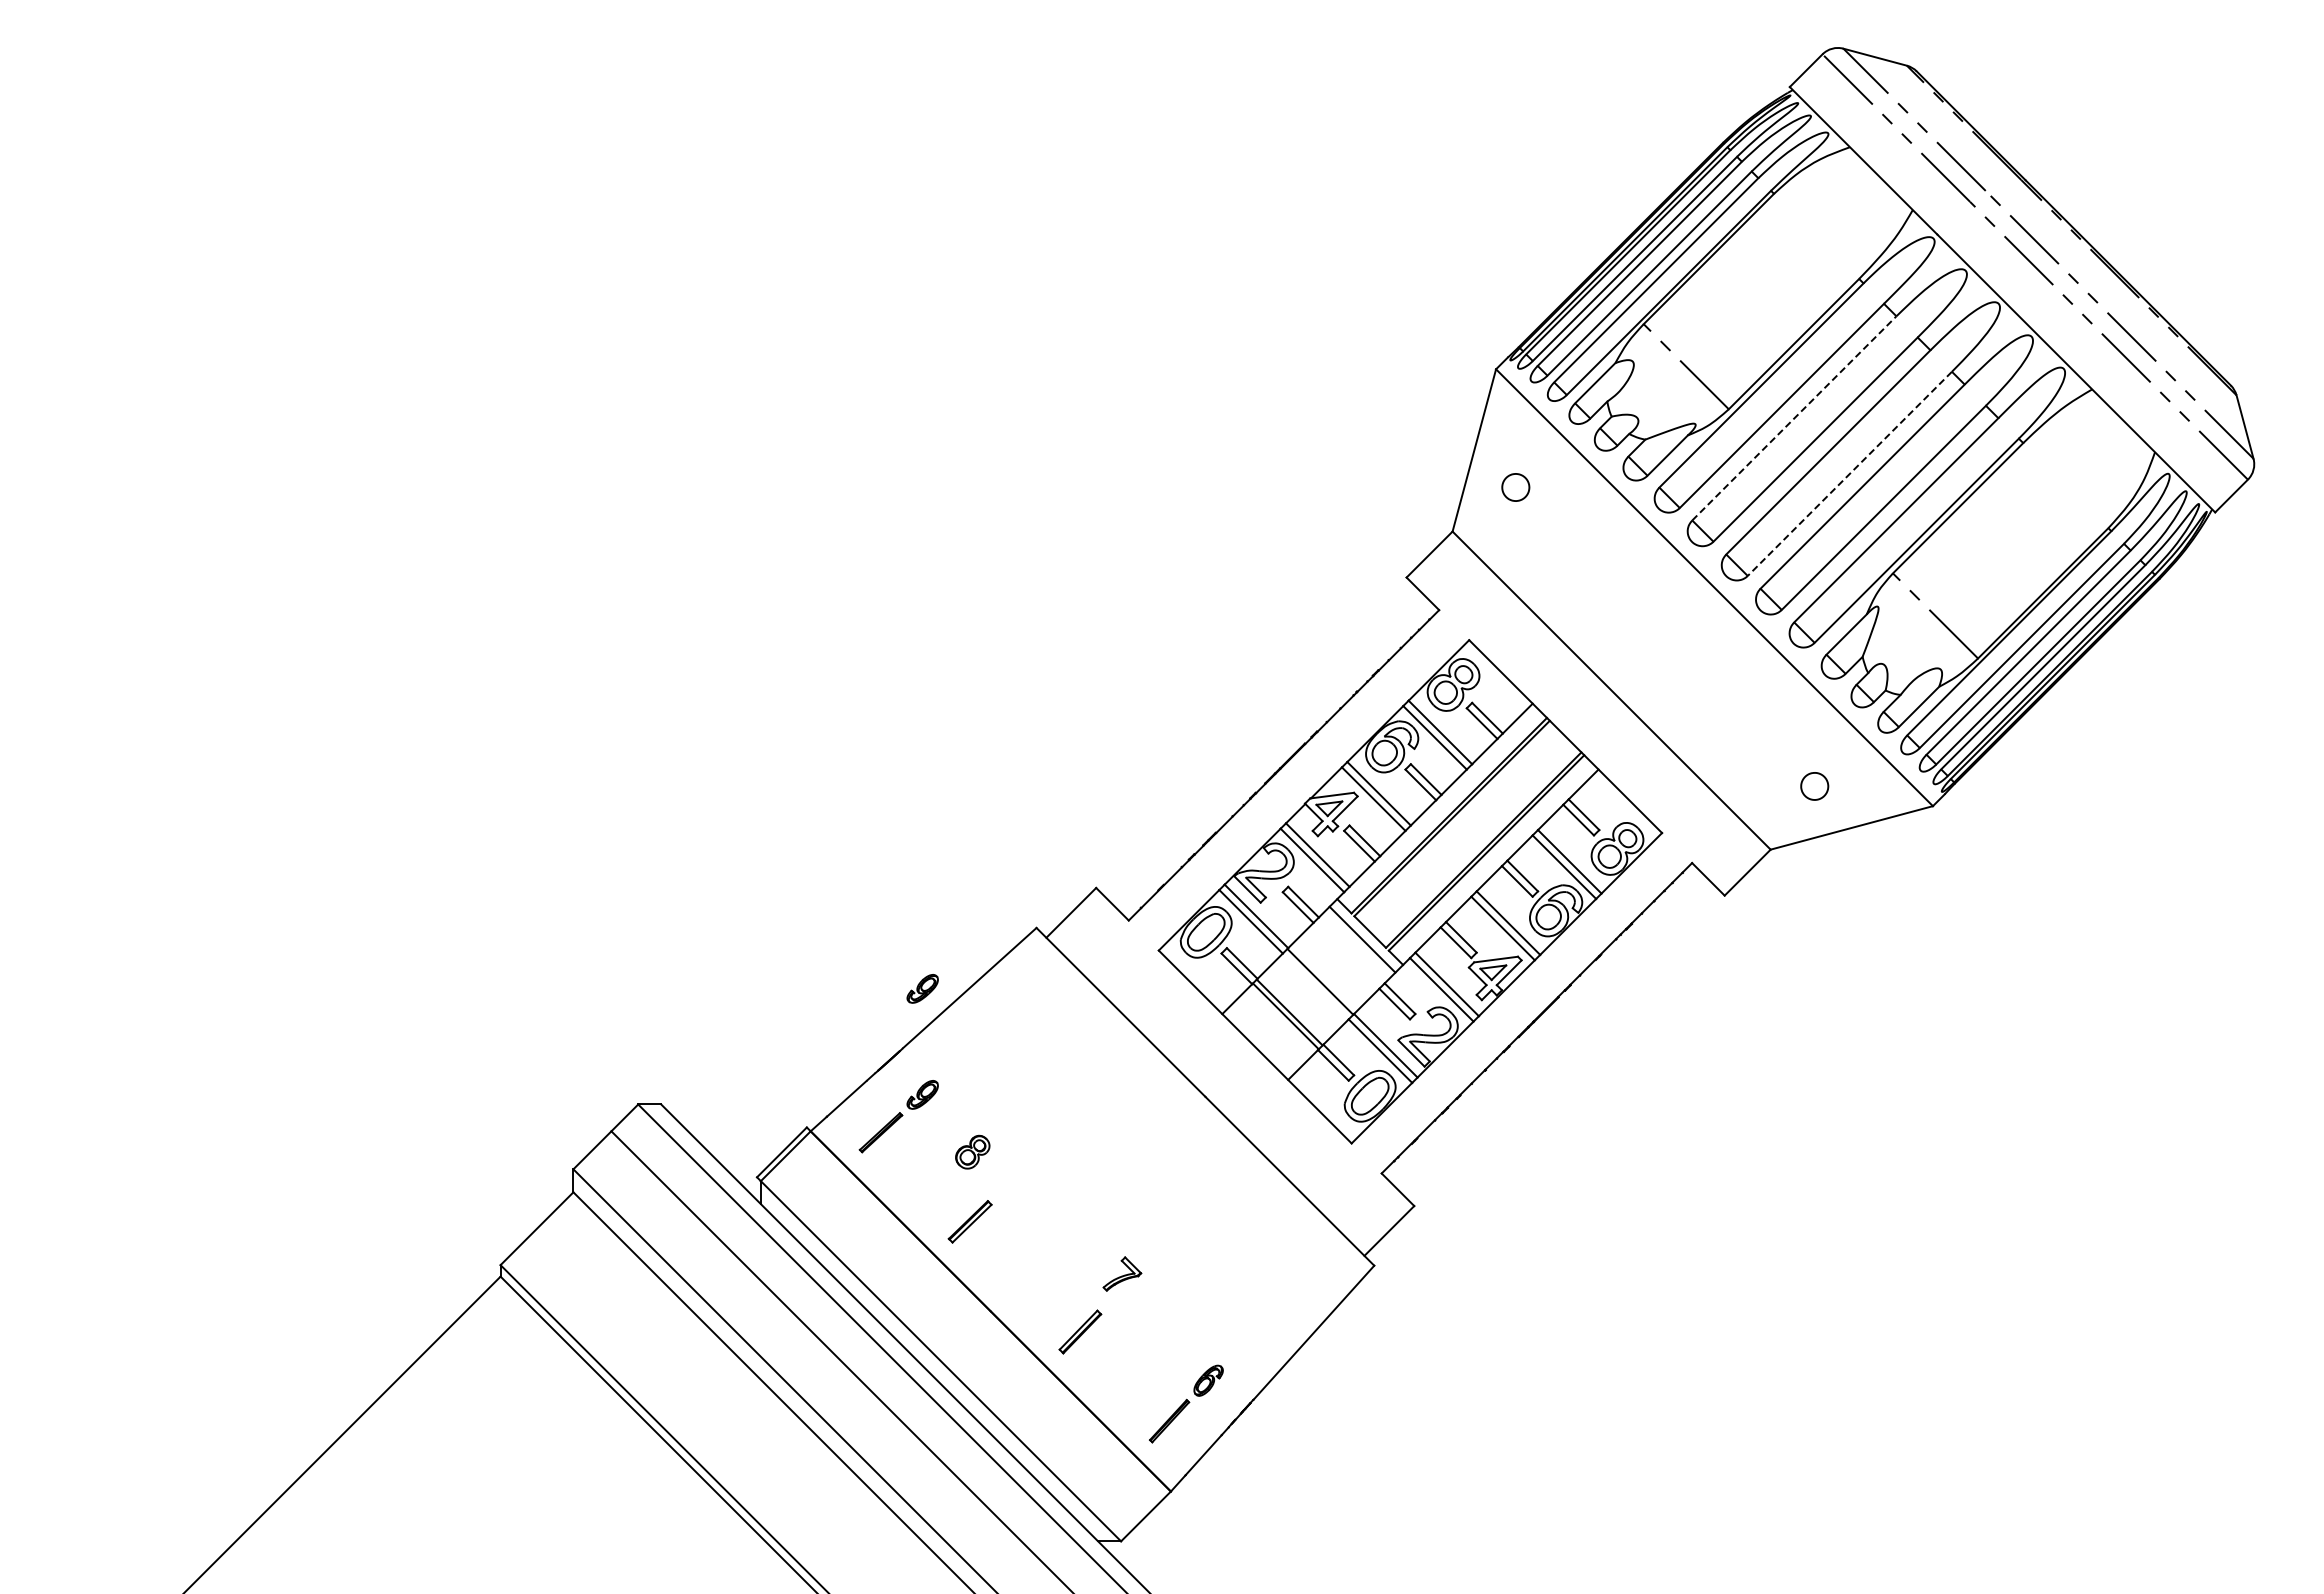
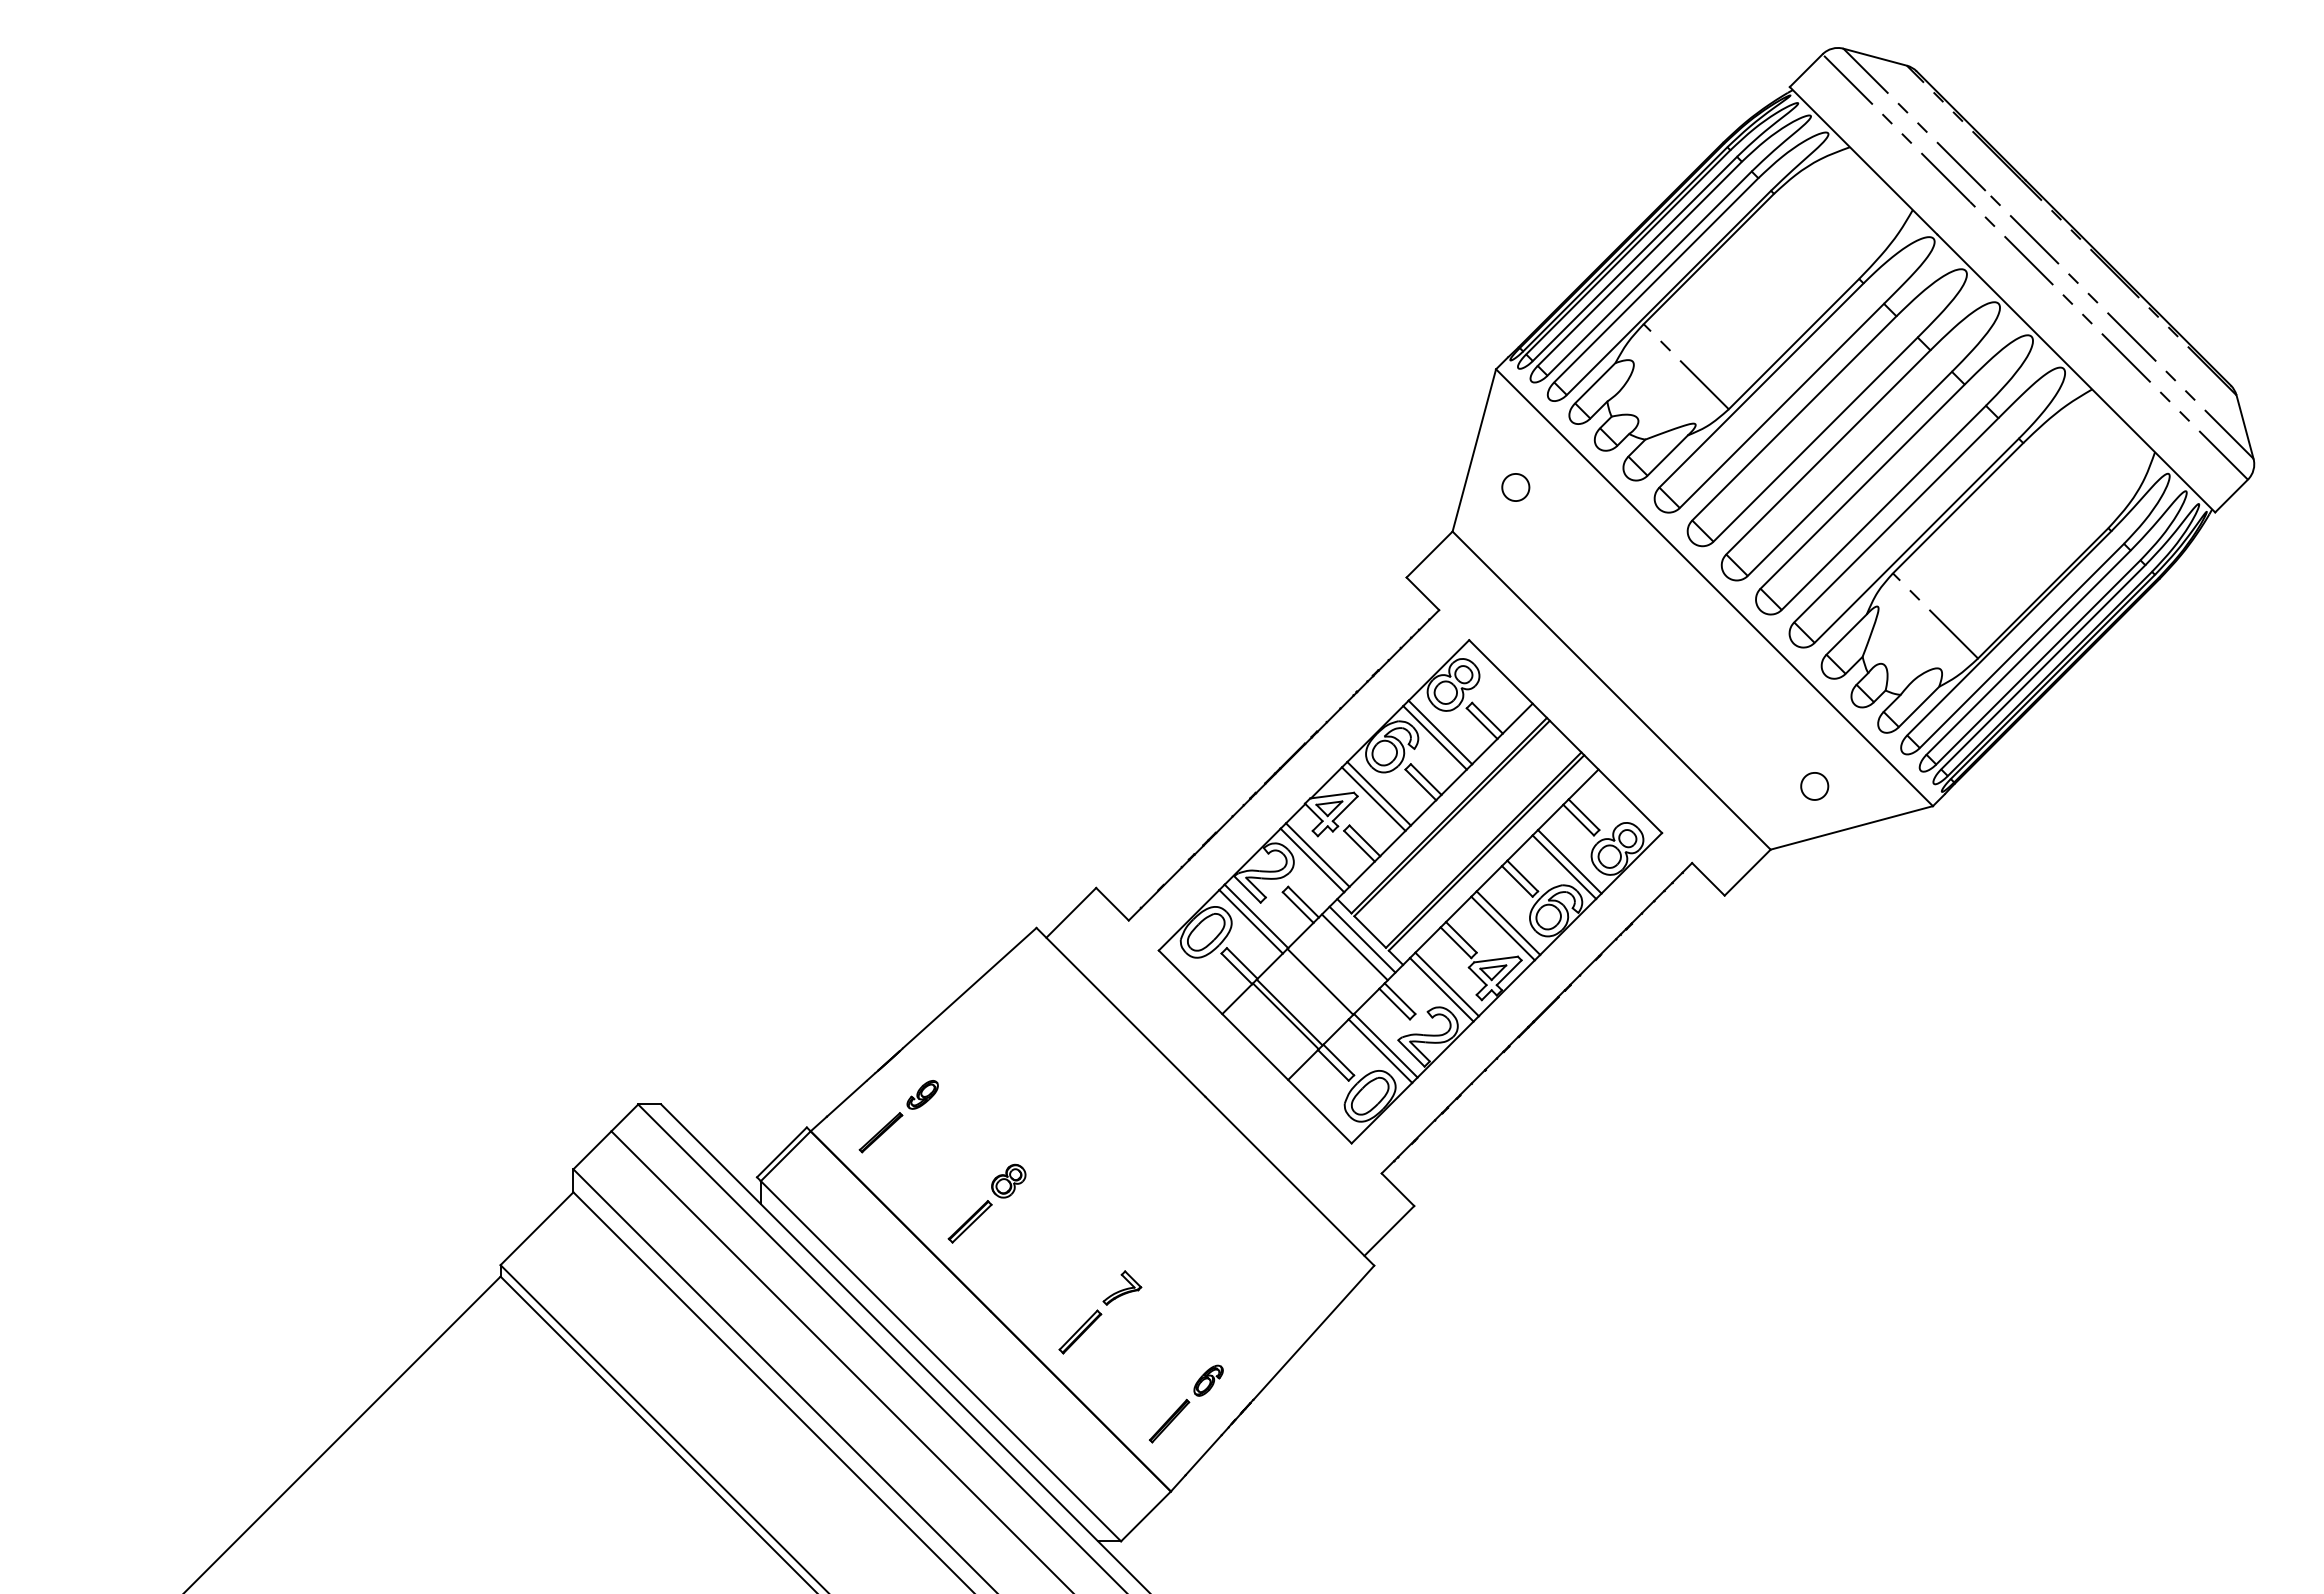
line at (1794, 418): dashed -> solid
line at (1849, 474): dashed -> solid
line at (1354, 947): none -> present
part at (922, 988): present -> none
part at (972, 1151) position: (972, 1151) -> (1008, 1180)
part at (1122, 1273) position: (1122, 1273) -> (1122, 1287)
